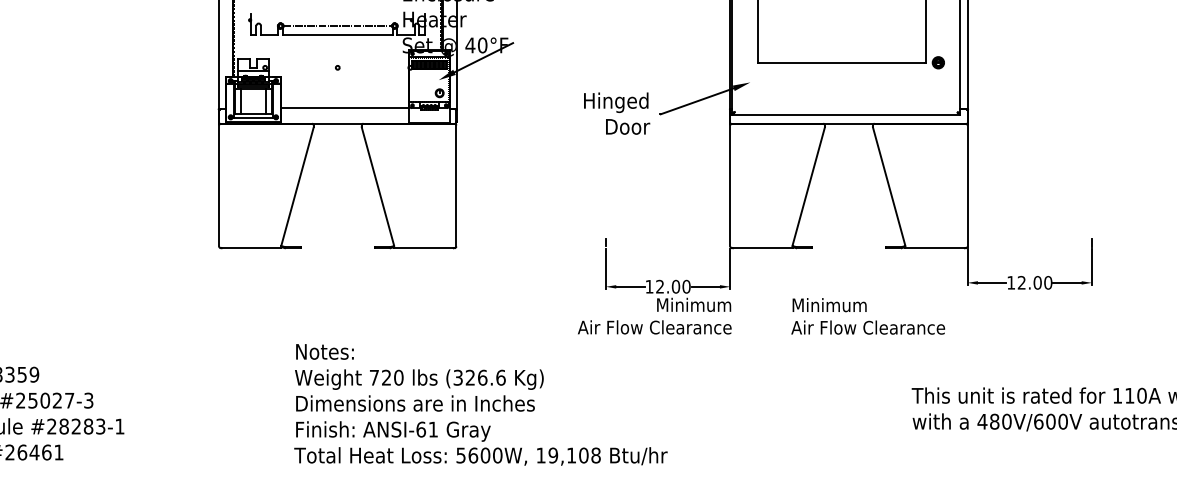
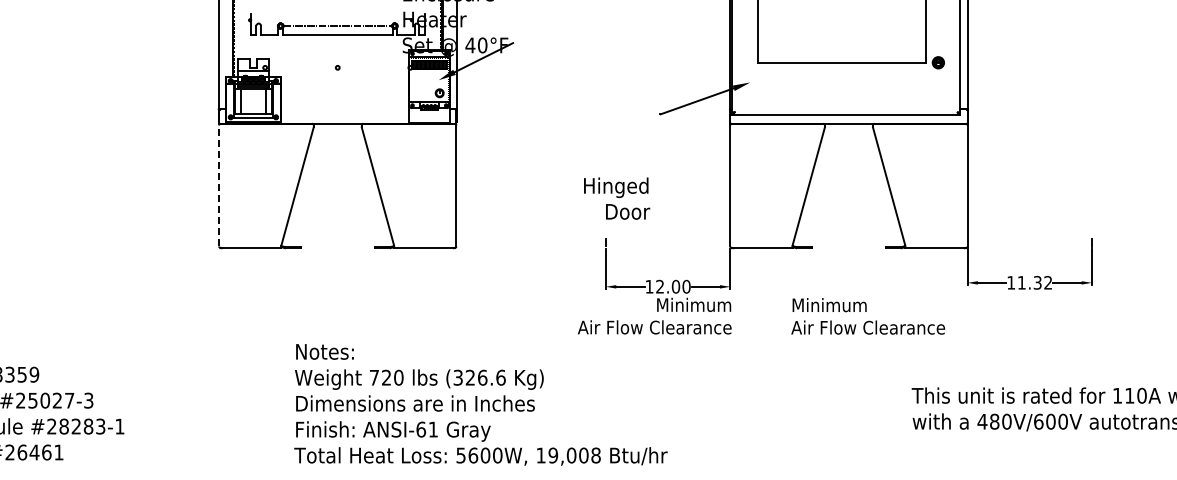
line at (344, 108): present -> none
text at (617, 113) position: (617, 113) -> (617, 198)
line at (219, 185): solid -> dashed
text at (1034, 282): 12.00 -> 11.32
text at (571, 455): 19,108 -> 19,008
